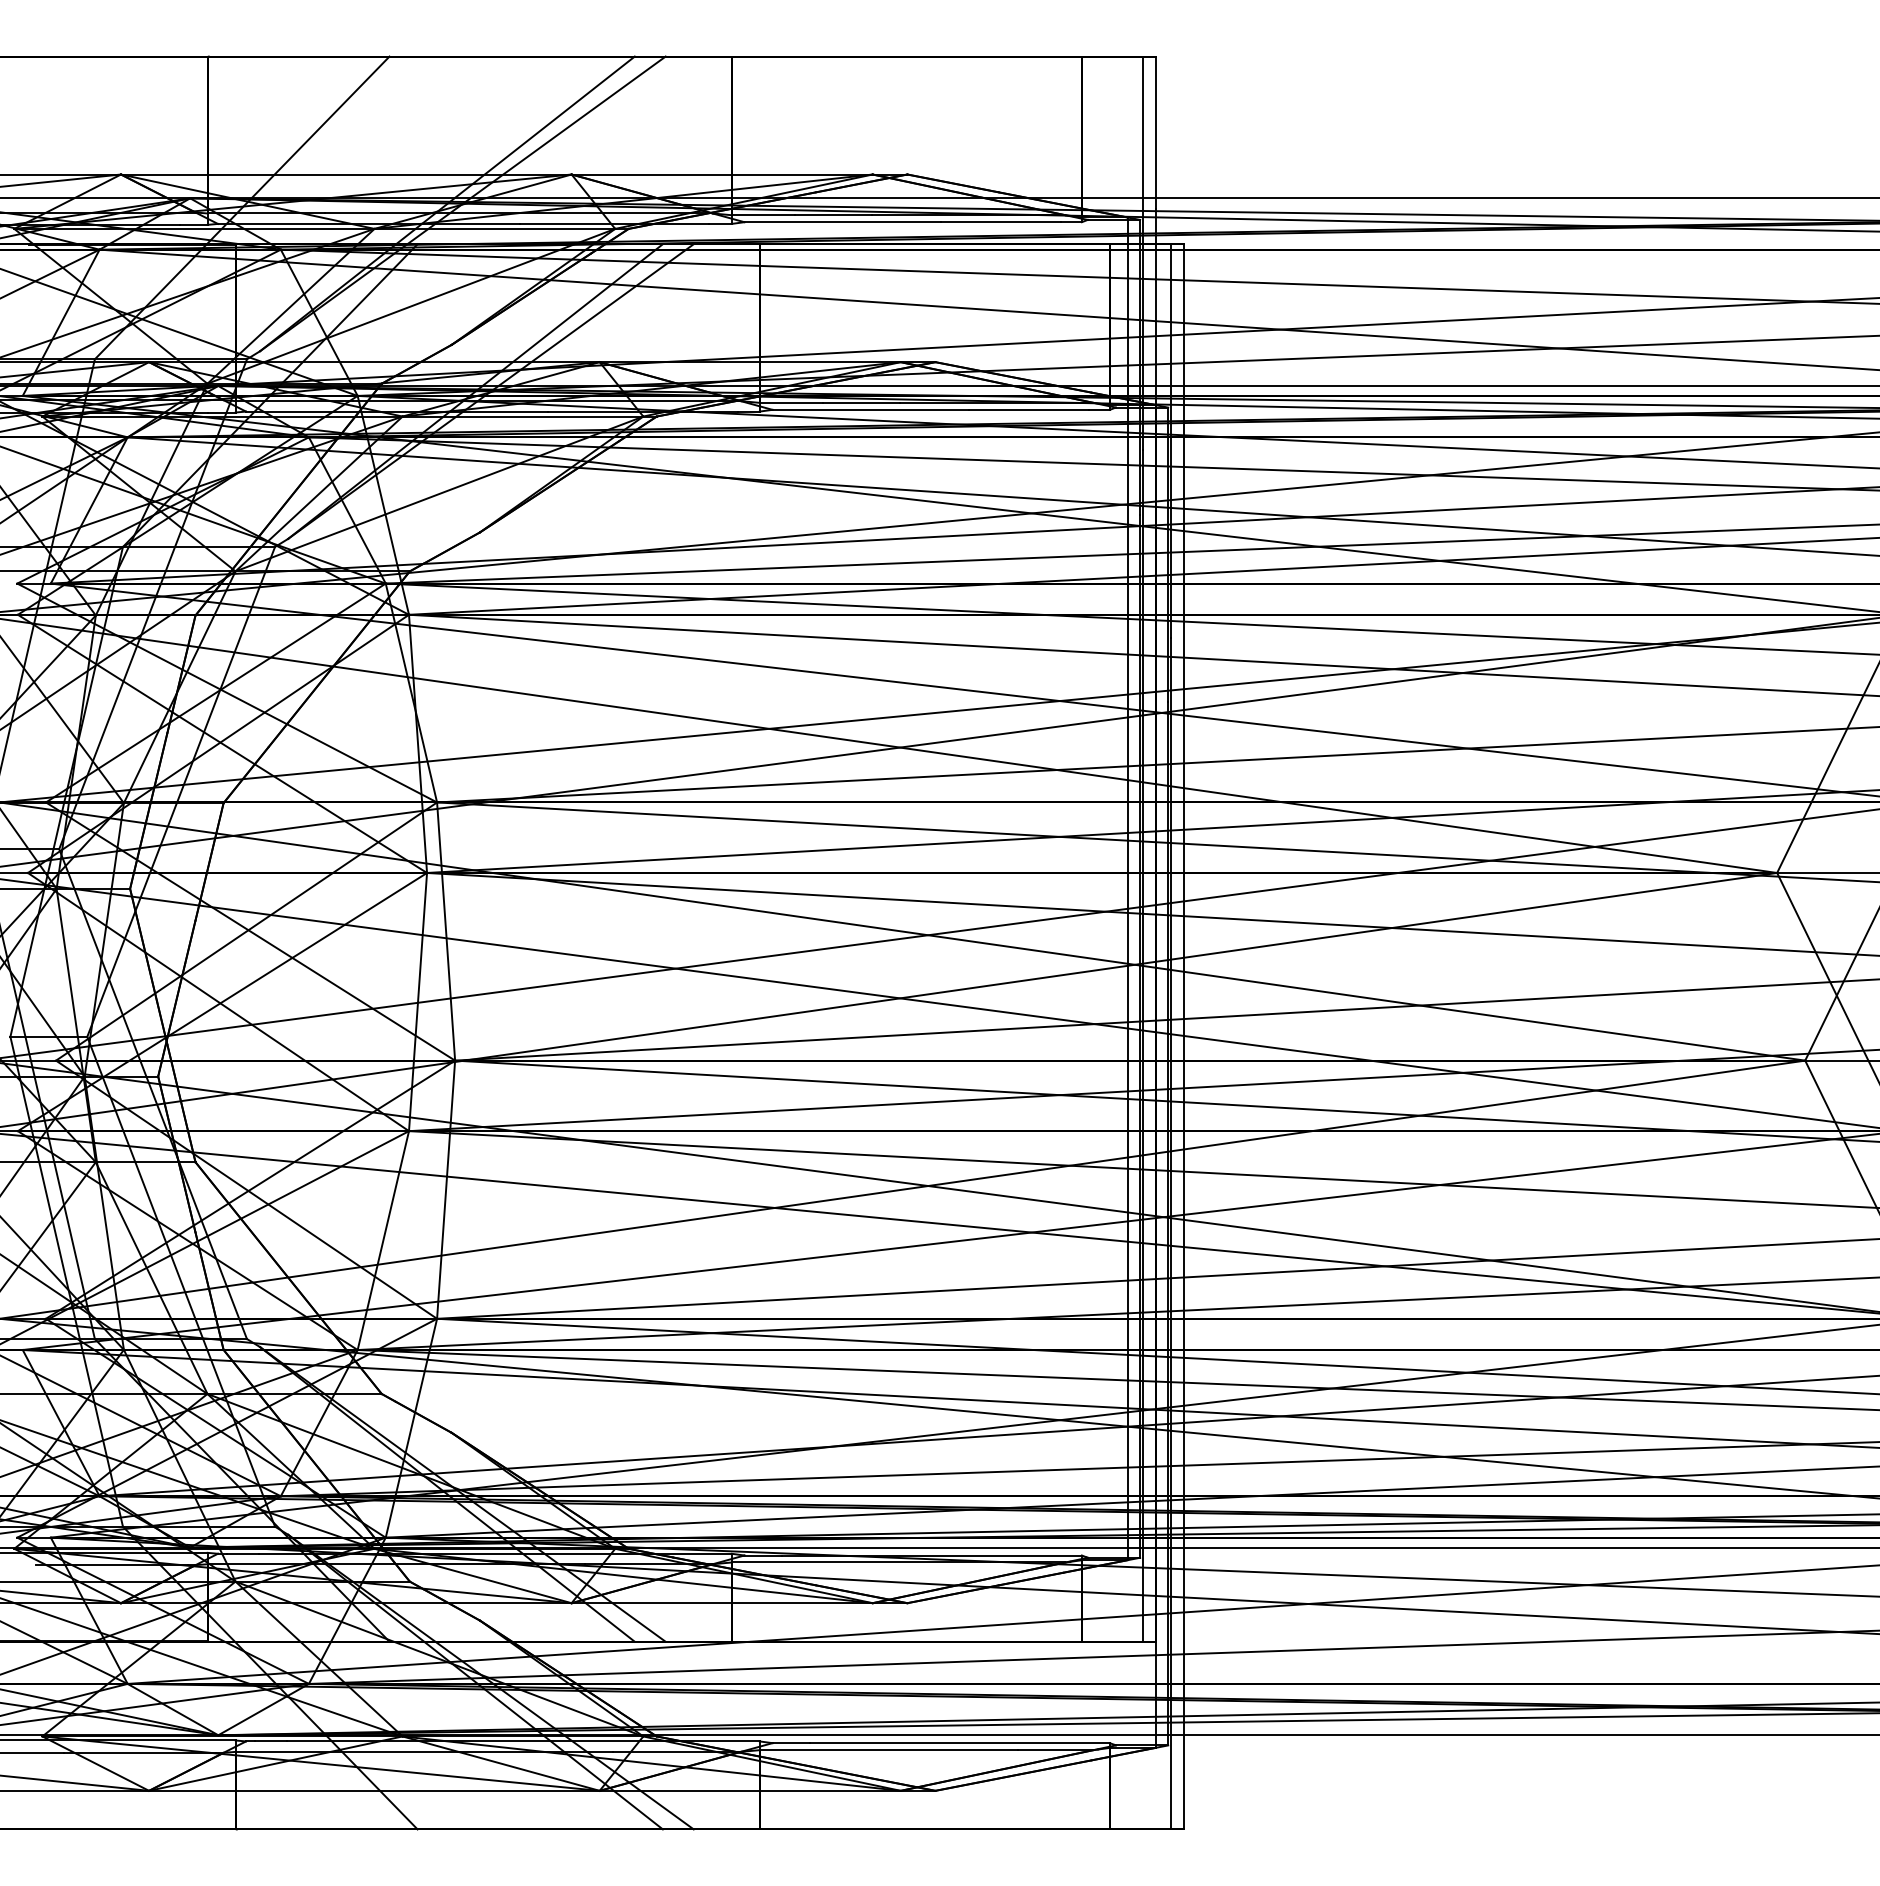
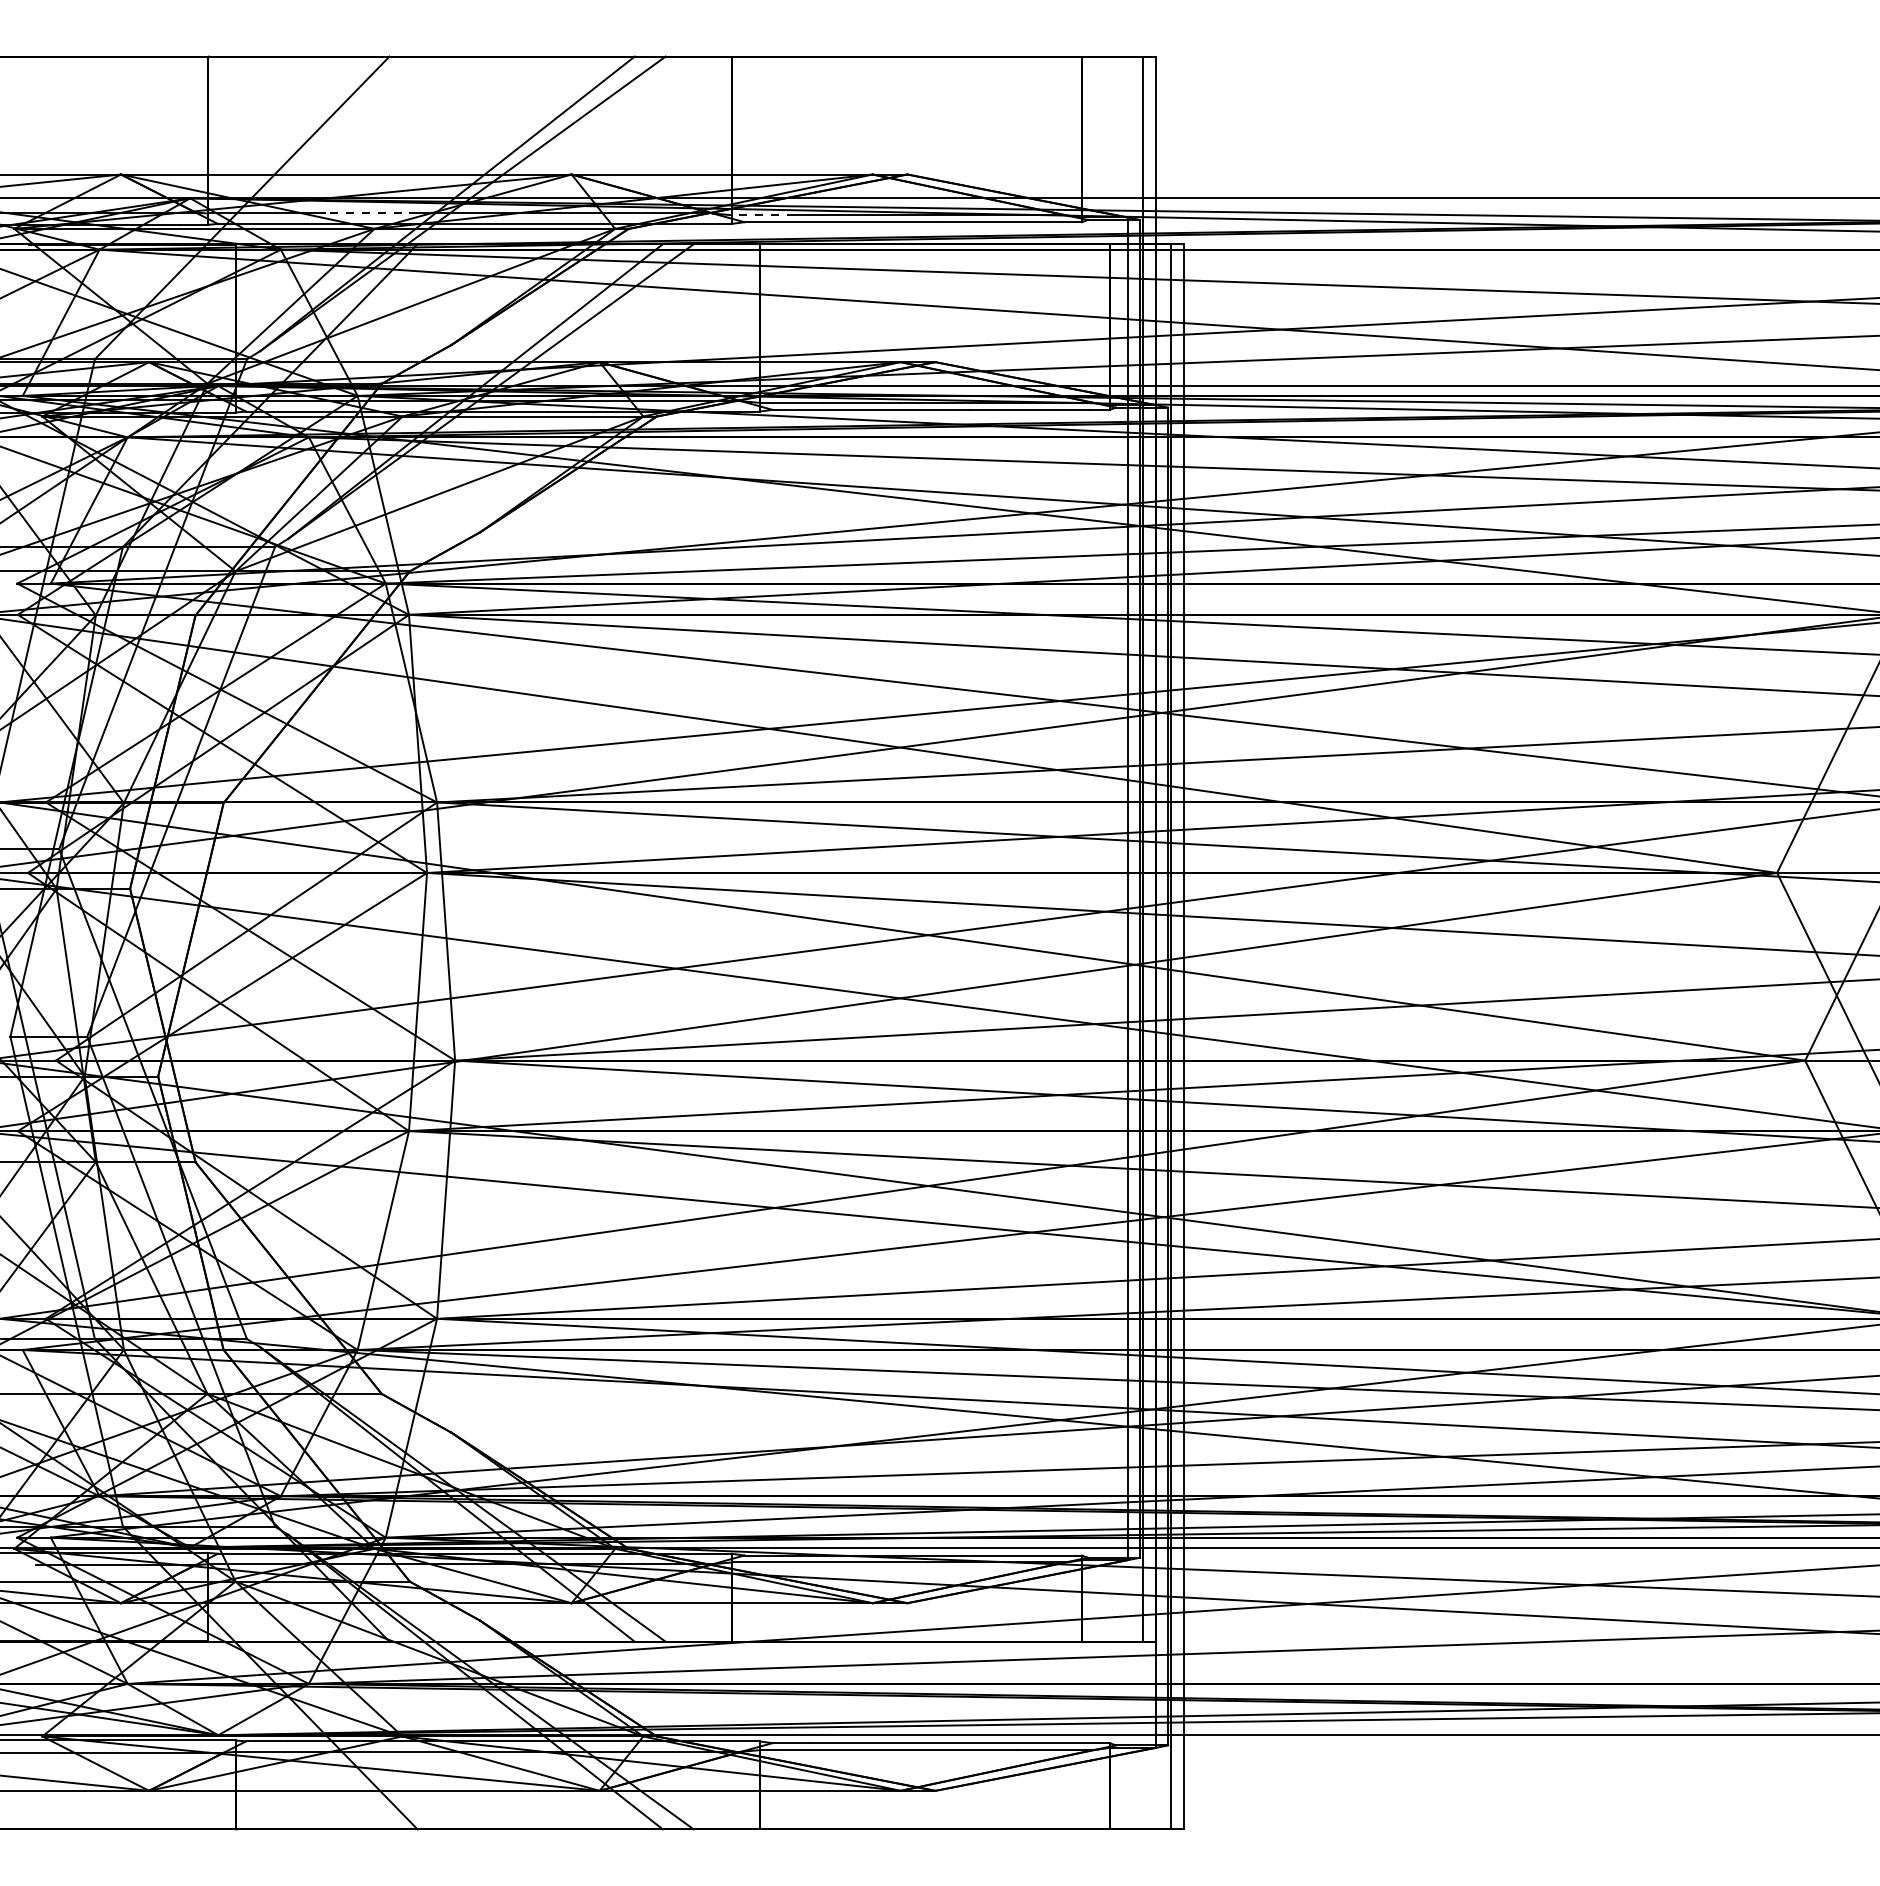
line at (370, 213): solid -> dashed
line at (763, 215): solid -> dashed
